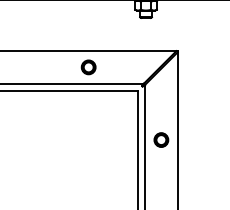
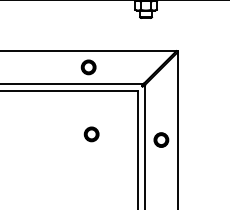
part at (91, 134): none -> present
